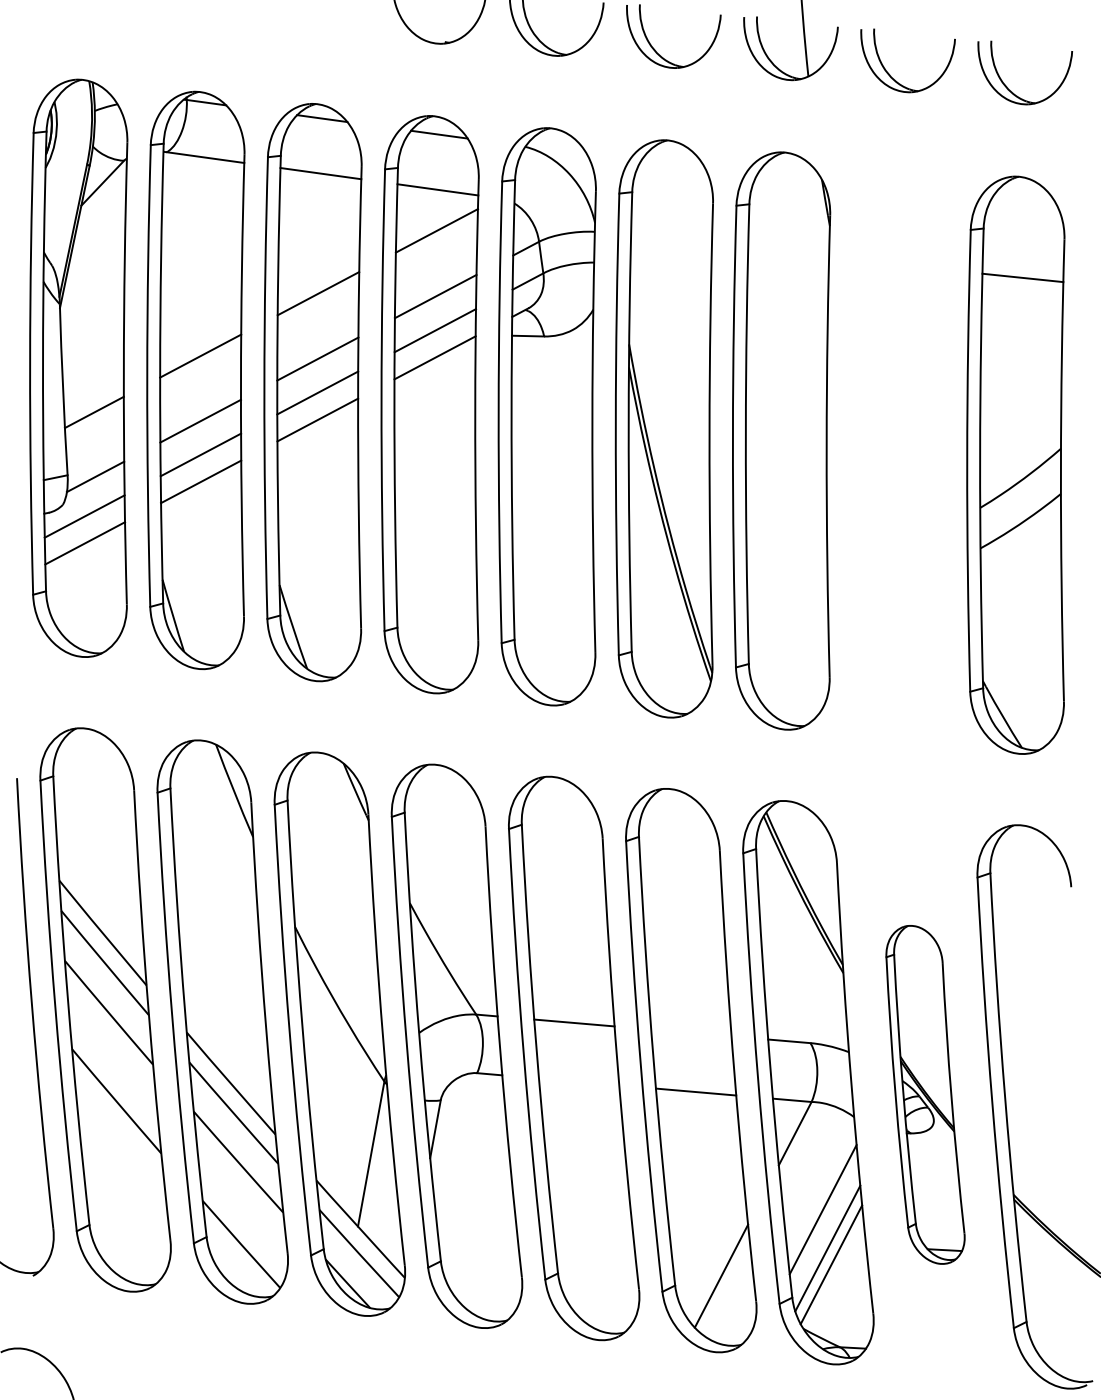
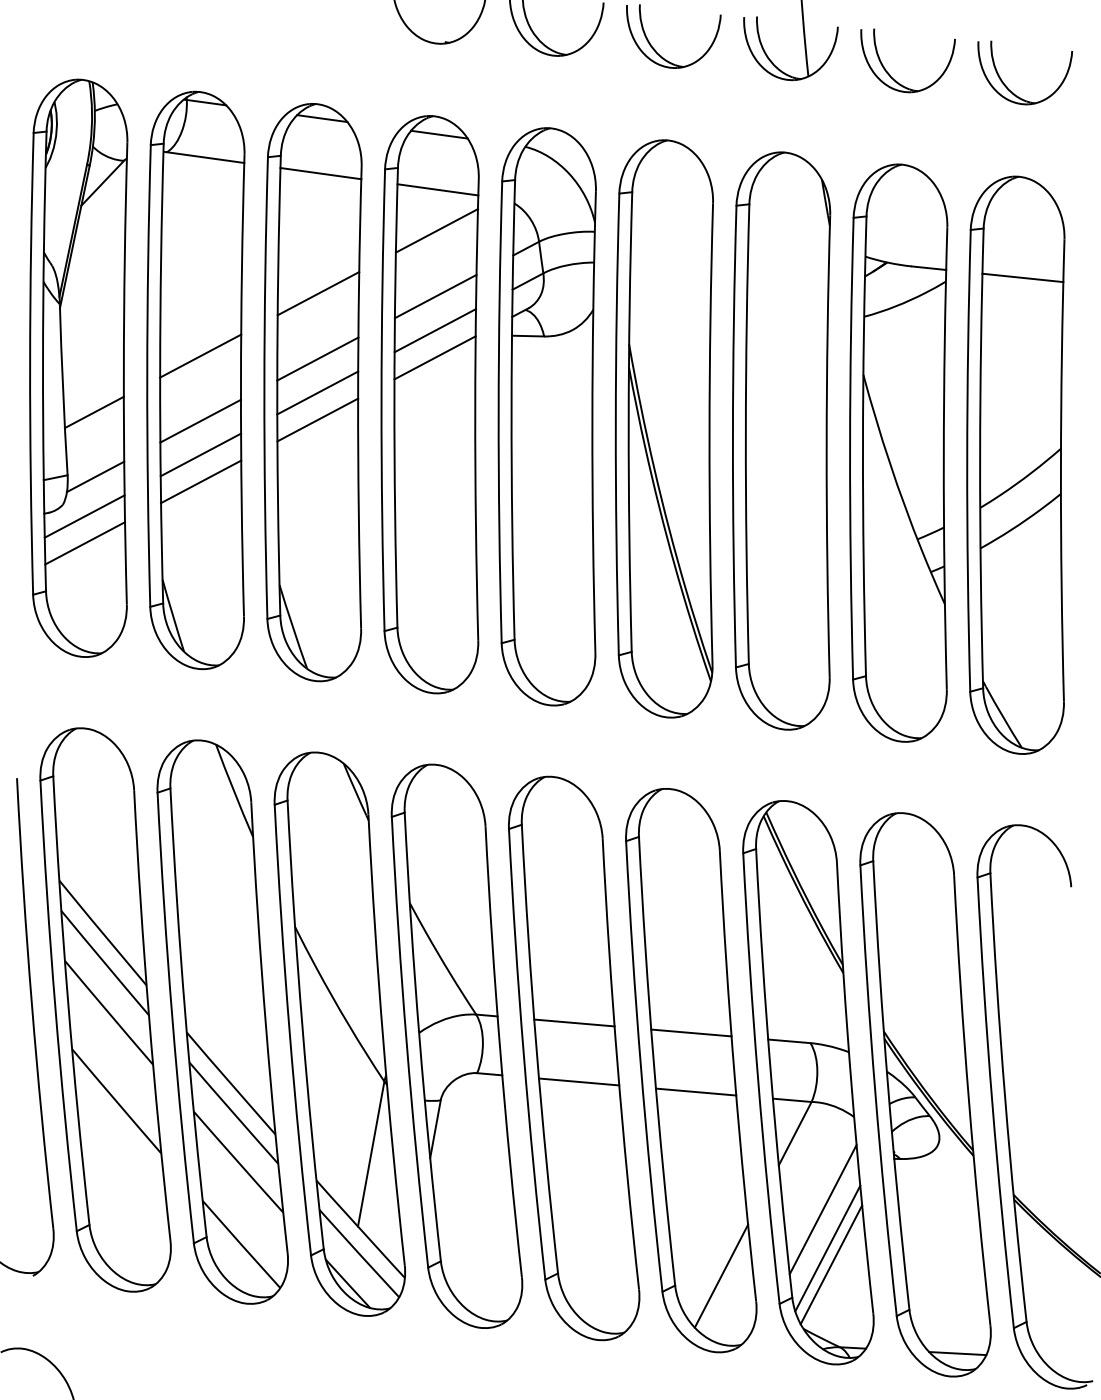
part at (898, 452): none -> present
line at (691, 1032): none -> present
line at (579, 1081): none -> present
part at (925, 1094) size: 81x340 px -> 133x566 px
